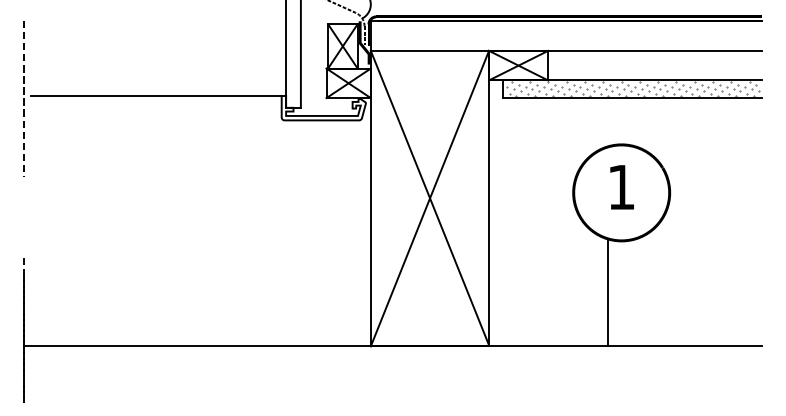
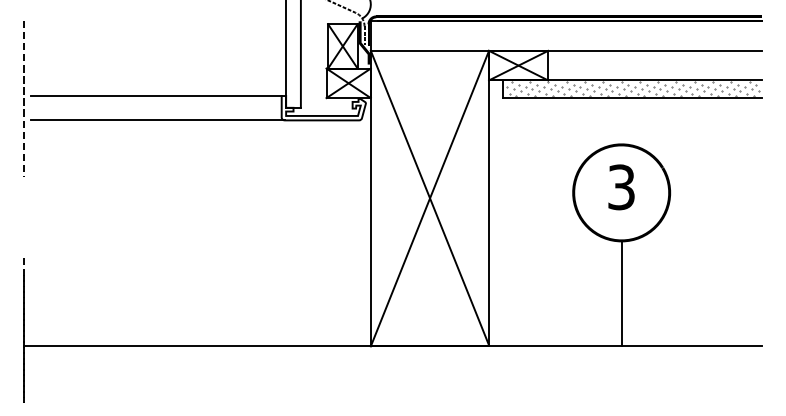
line at (157, 120): none -> present
text at (621, 187): 1 -> 3
line at (607, 293) position: (607, 293) -> (621, 293)
